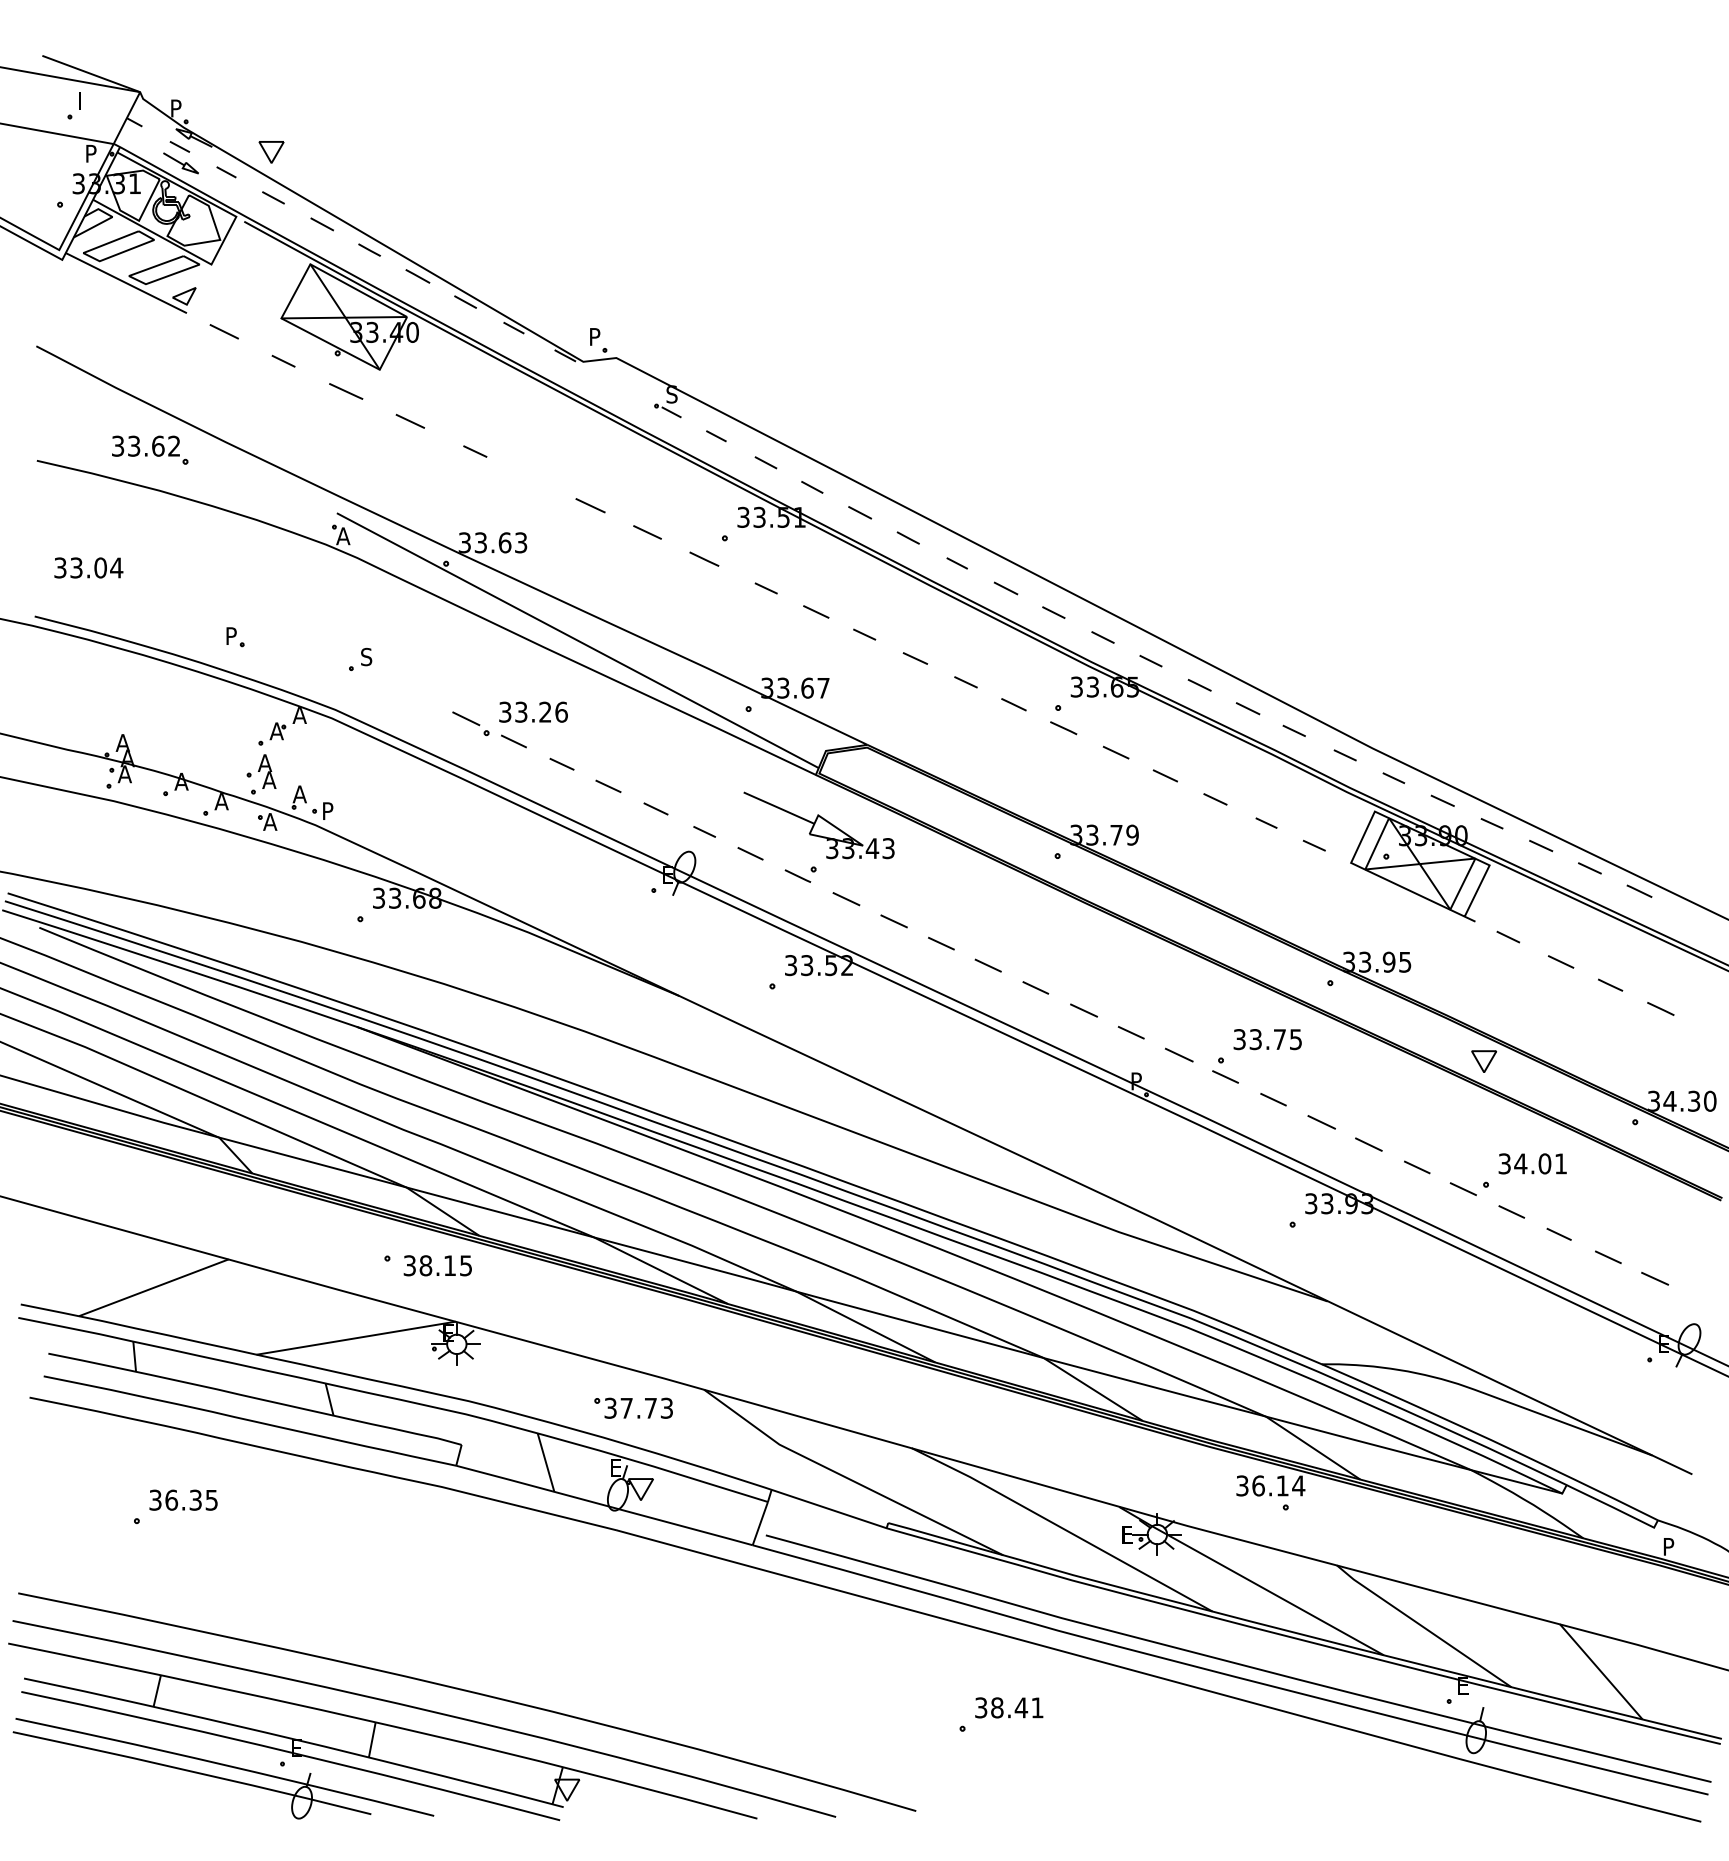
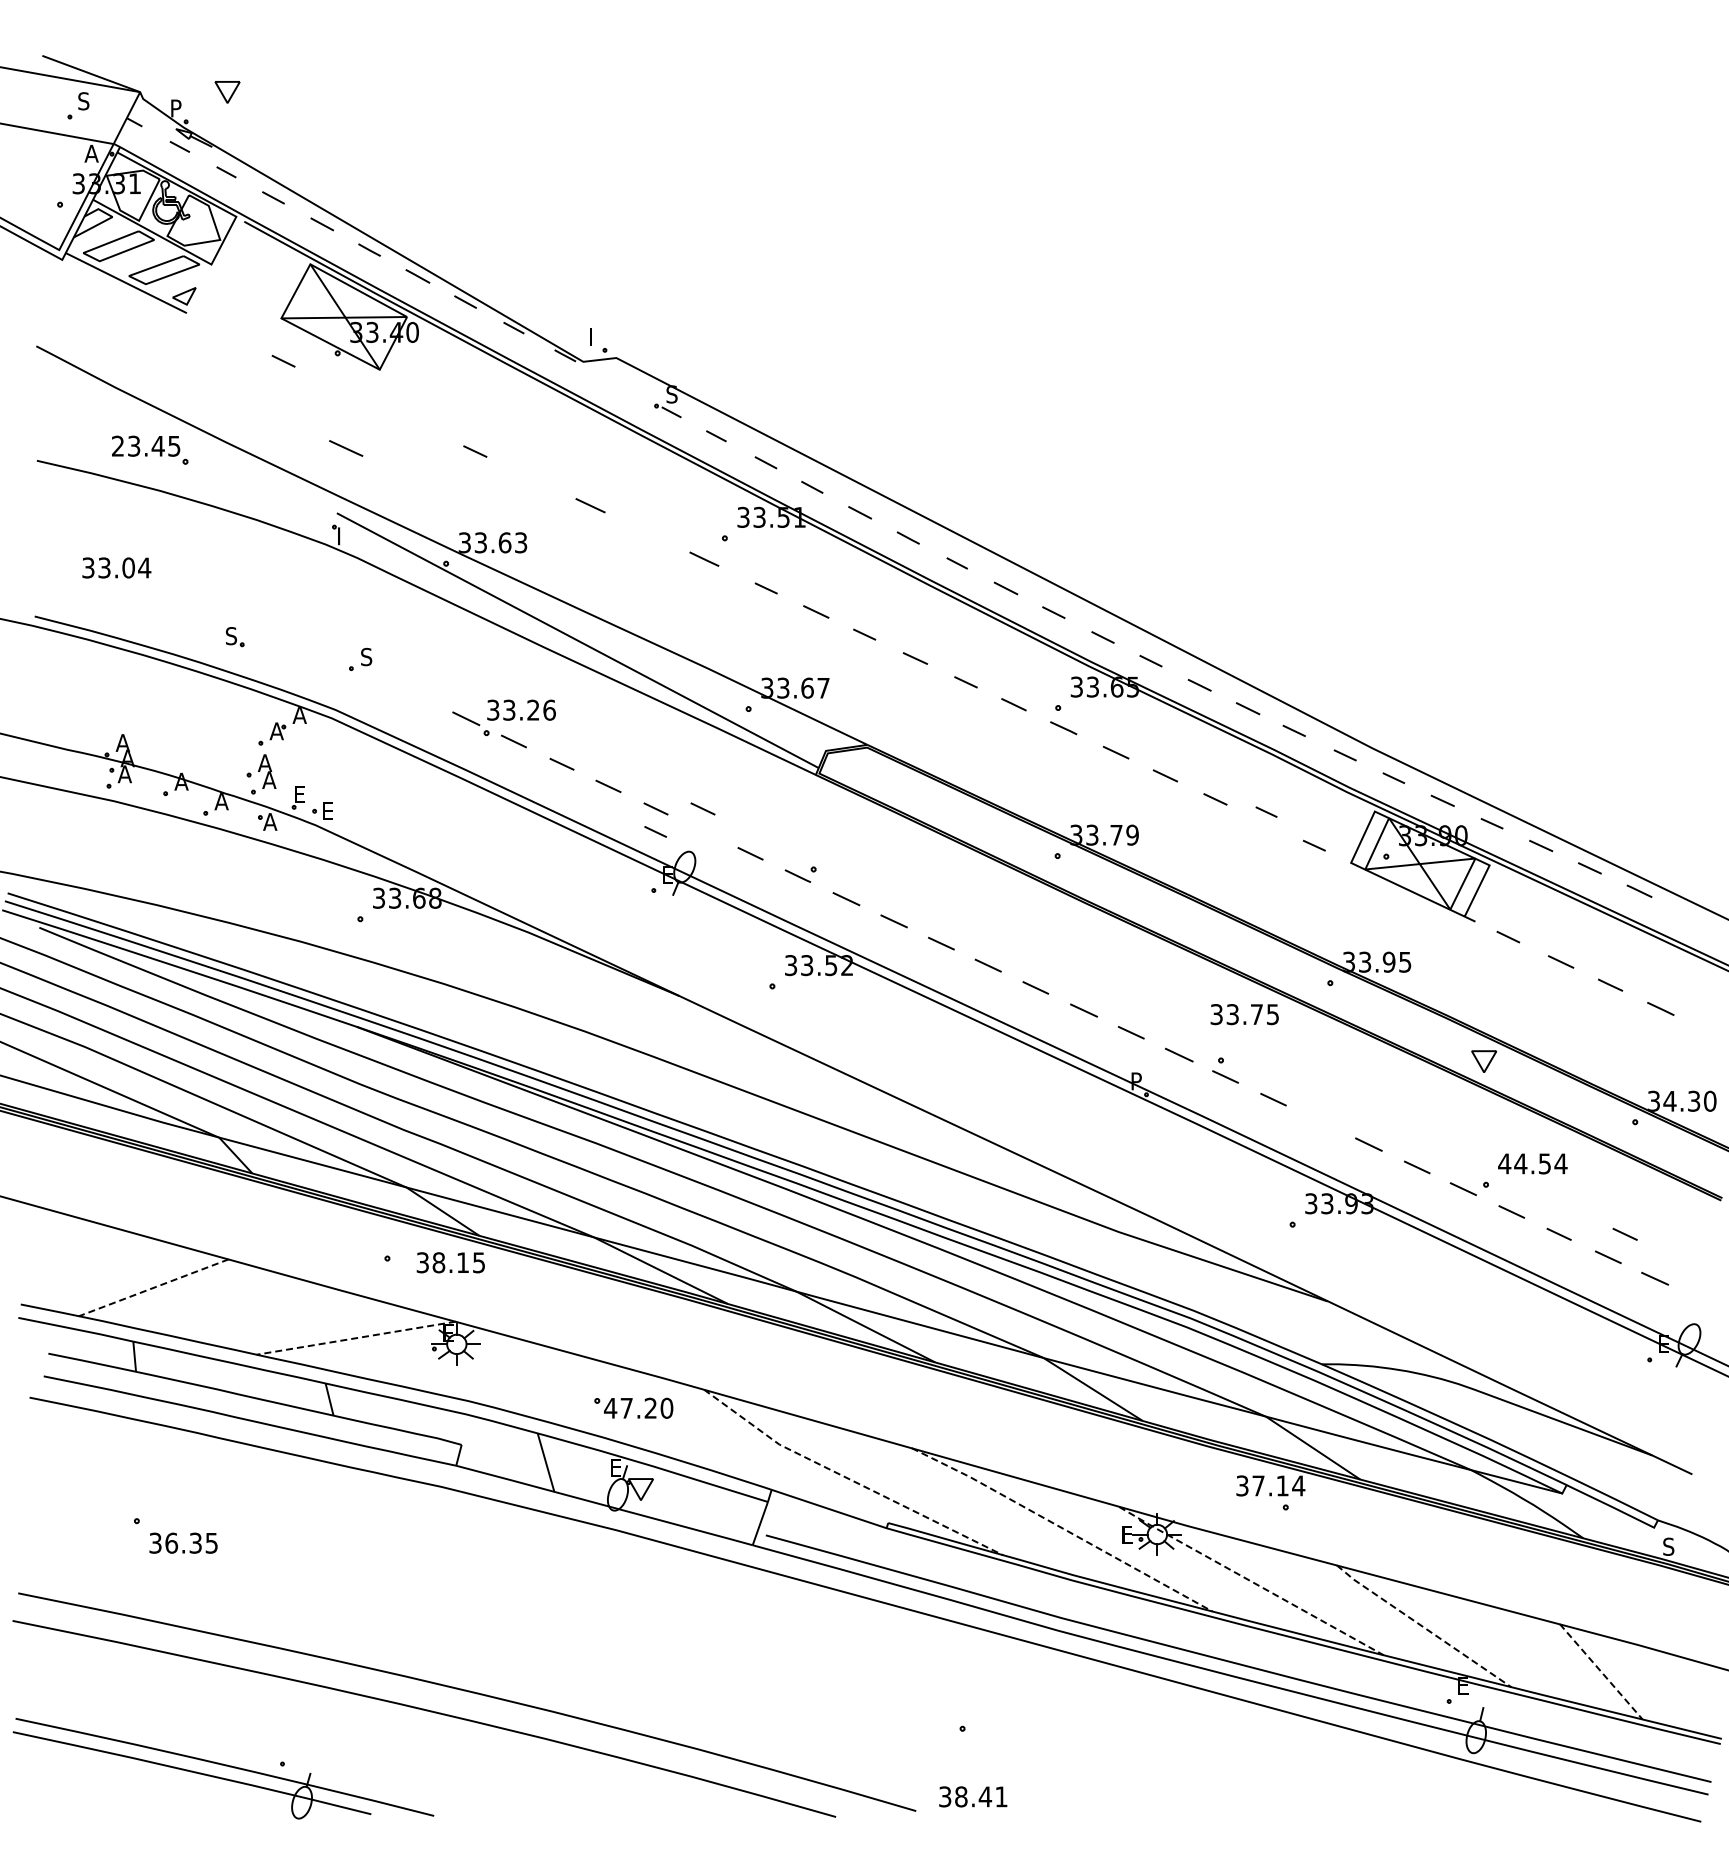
text at (83, 101): I -> S
part at (271, 152) position: (271, 152) -> (227, 92)
text at (91, 153): P -> A
part at (180, 163): present -> none
line at (223, 331): present -> none
text at (595, 336): P -> I
line at (346, 391) position: (346, 391) -> (346, 448)
line at (409, 421): present -> none
text at (146, 445): 33.62 -> 23.45
line at (647, 532): present -> none
text at (343, 536): A -> I
text at (88, 567) position: (88, 567) -> (116, 567)
text at (230, 636): P -> S
text at (533, 711) position: (533, 711) -> (521, 709)
text at (299, 794): A -> E
line at (702, 808): none -> present
text at (328, 810): P -> E
line at (1266, 822) position: (1266, 822) -> (1266, 811)
part at (818, 825): present -> none
line at (704, 831) position: (704, 831) -> (655, 831)
text at (1267, 1039) position: (1267, 1039) -> (1244, 1014)
line at (1321, 1122): present -> none
text at (1532, 1163): 34.01 -> 44.54
line at (1624, 1233): none -> present
text at (437, 1265) position: (437, 1265) -> (450, 1262)
line at (153, 1287): solid -> dashed
line at (356, 1338): solid -> dashed
text at (638, 1407): 37.73 -> 47.20
line at (849, 1479): solid -> dashed
text at (1258, 1485): 36.14 -> 37.14
text at (183, 1499) position: (183, 1499) -> (183, 1542)
line at (1062, 1528): solid -> dashed
text at (1668, 1546): P -> S
line at (1251, 1581): solid -> dashed
line at (1423, 1626): solid -> dashed
line at (1601, 1672): solid -> dashed
text at (1009, 1707) position: (1009, 1707) -> (973, 1796)
part at (382, 1731): present -> none
